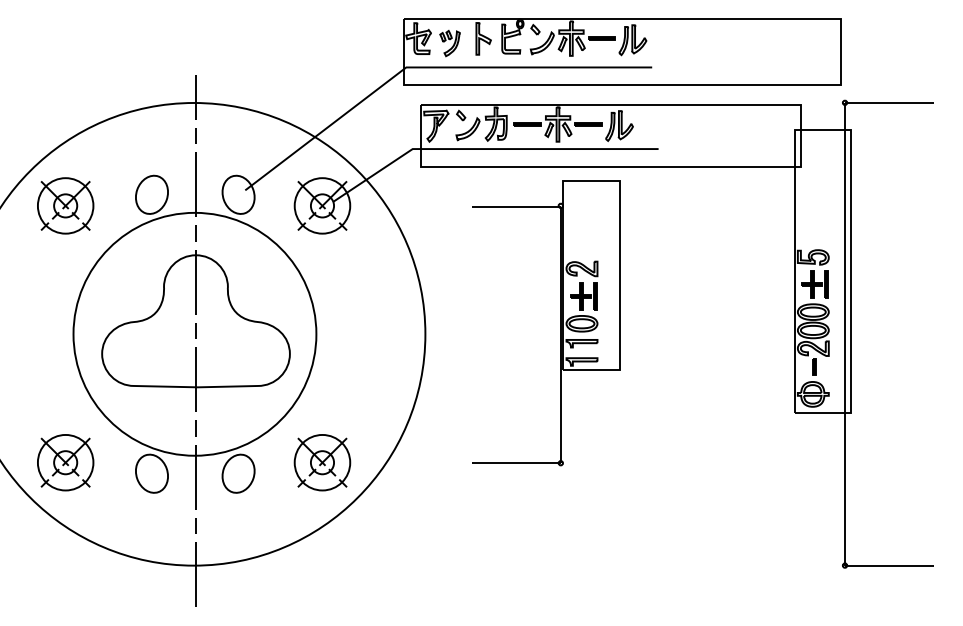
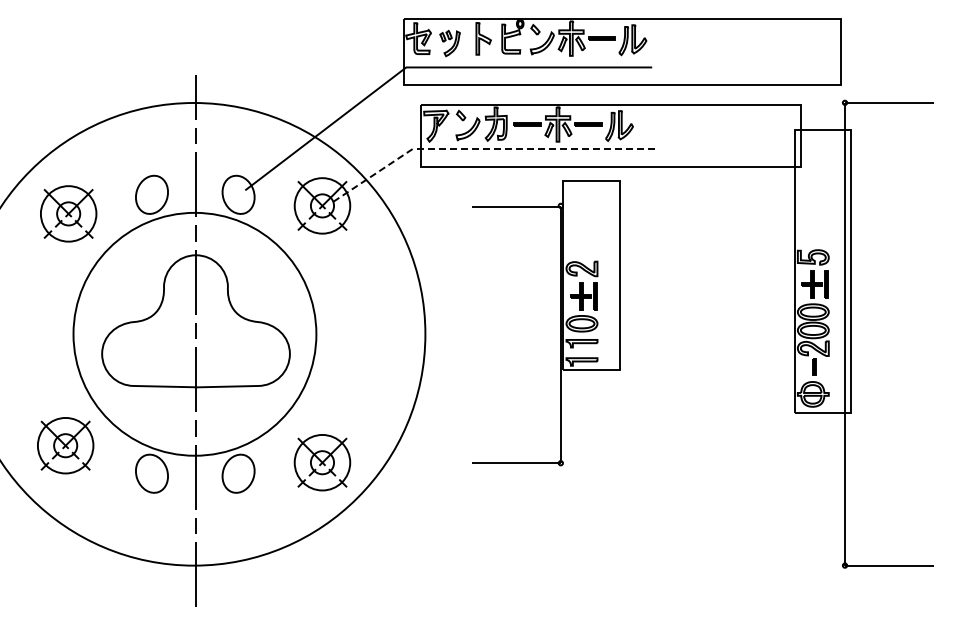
line at (487, 149): solid -> dashed
part at (65, 205) position: (65, 205) -> (68, 213)
part at (65, 462) position: (65, 462) -> (65, 445)
